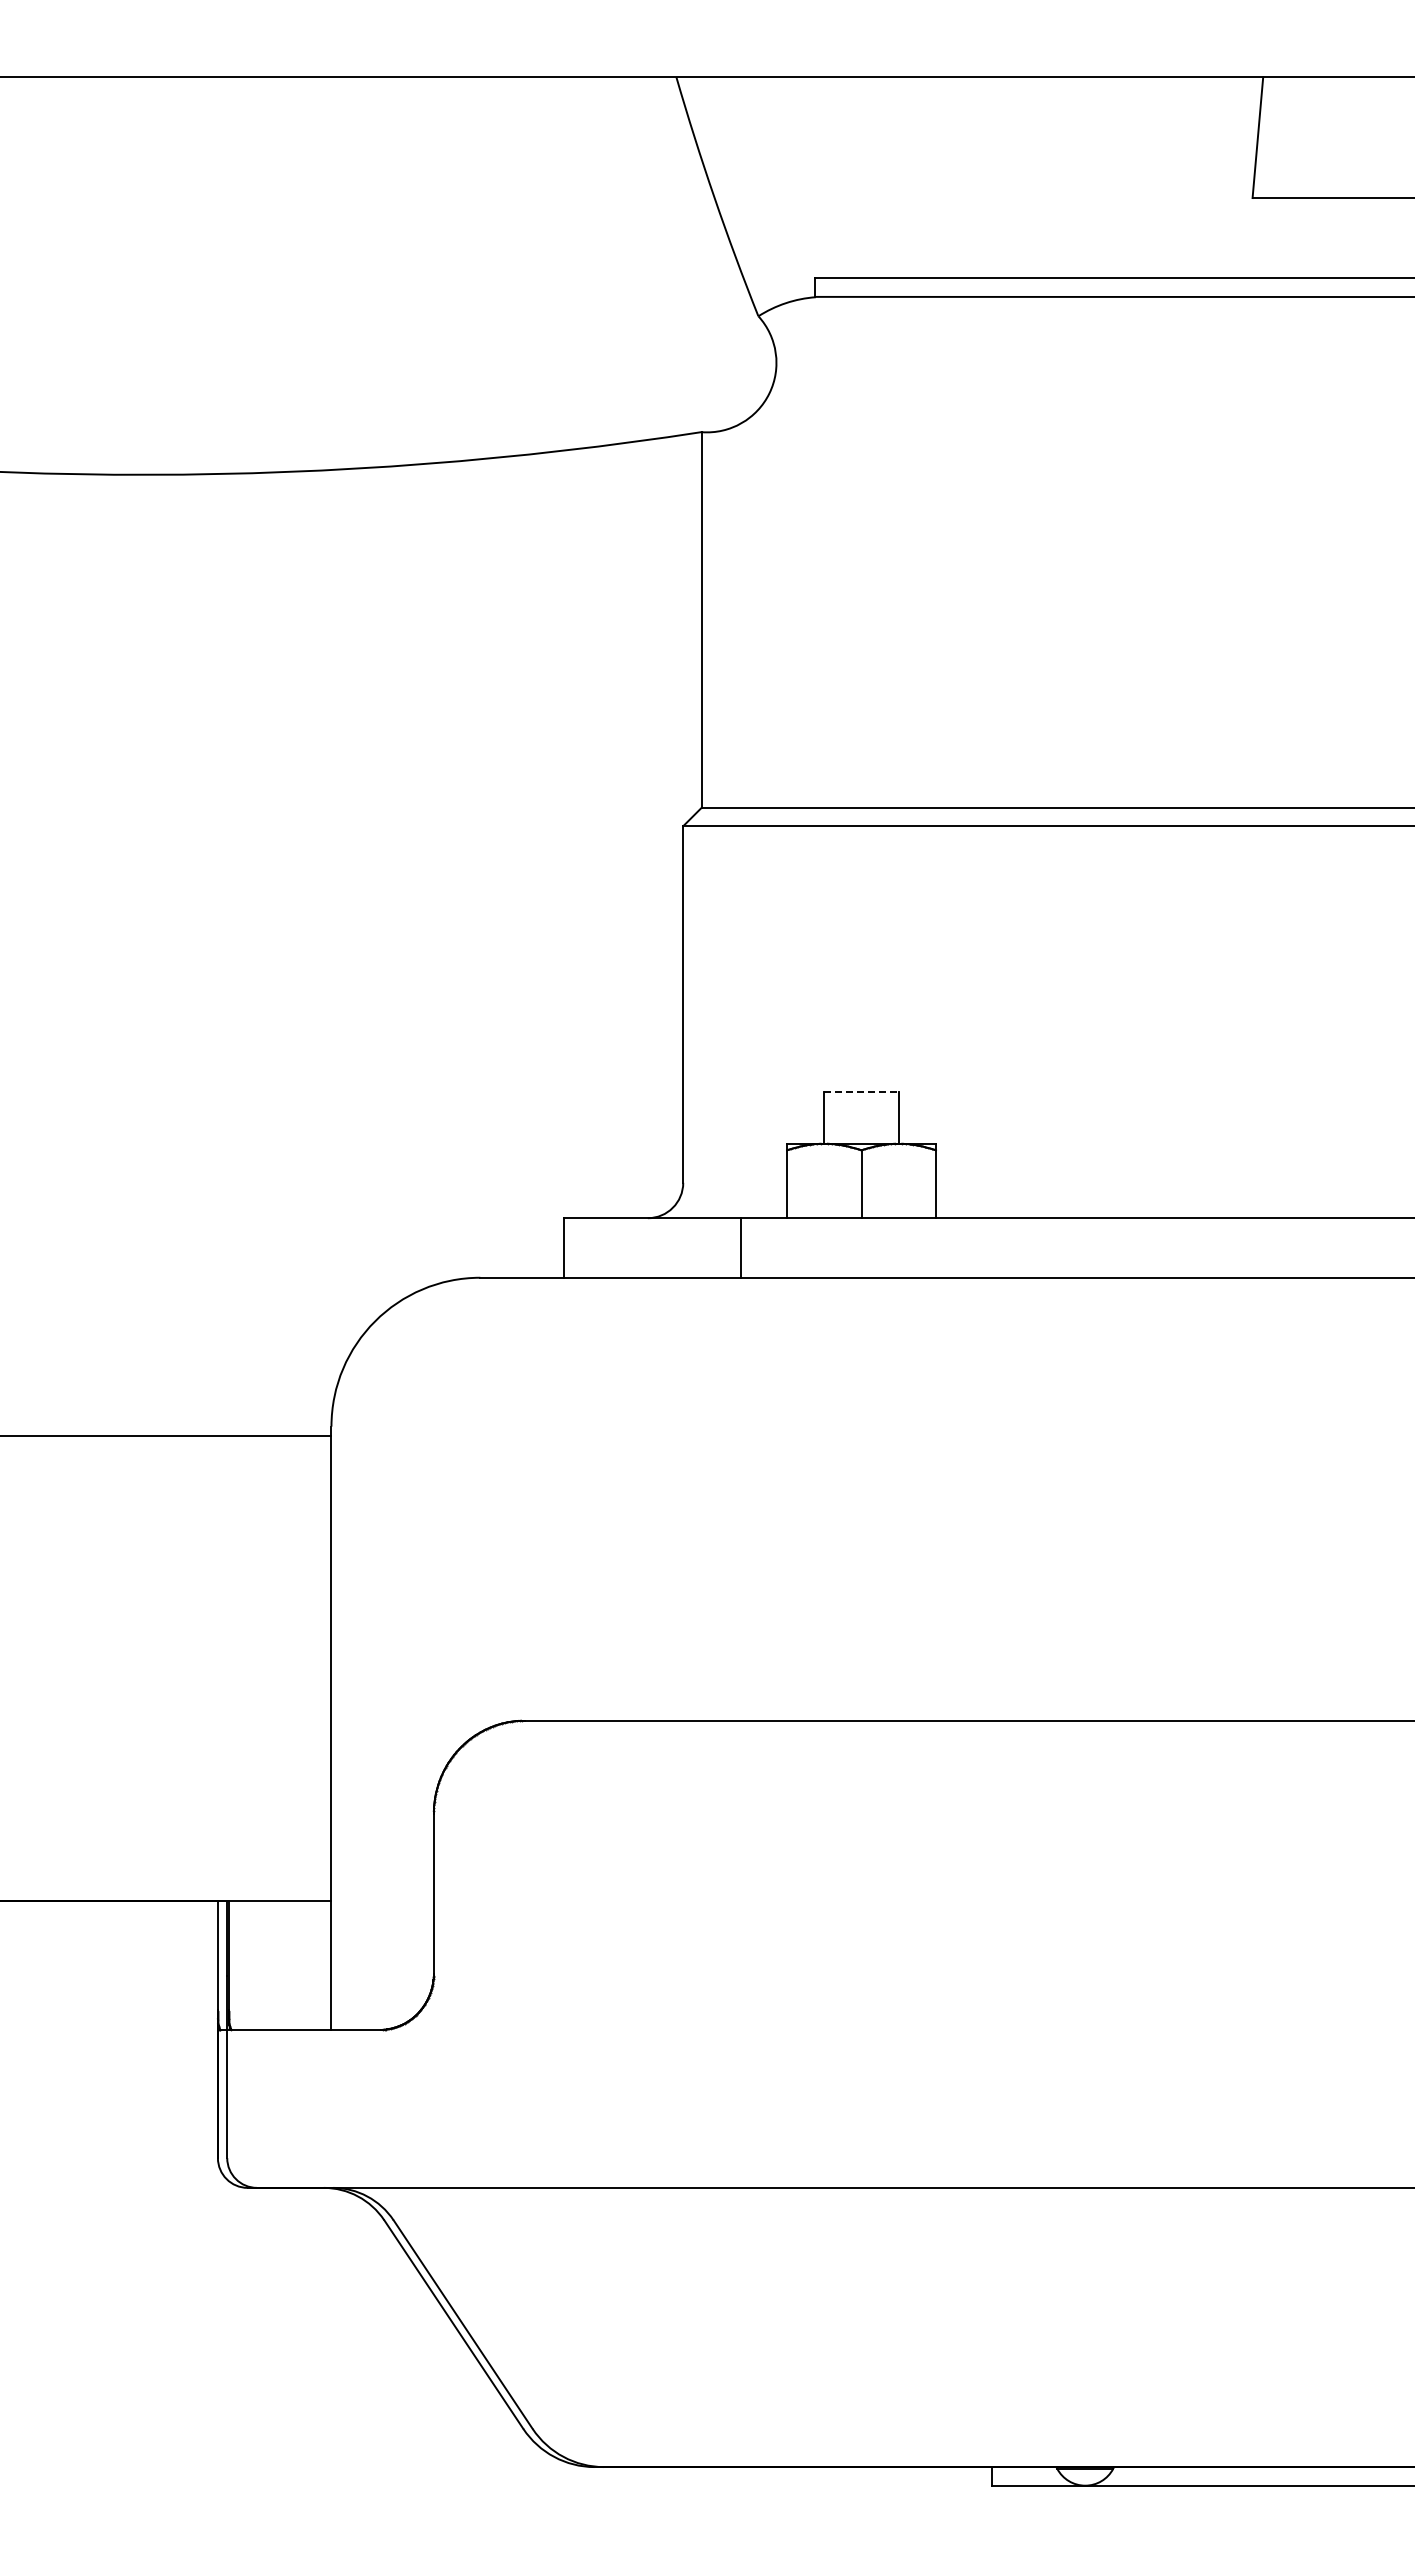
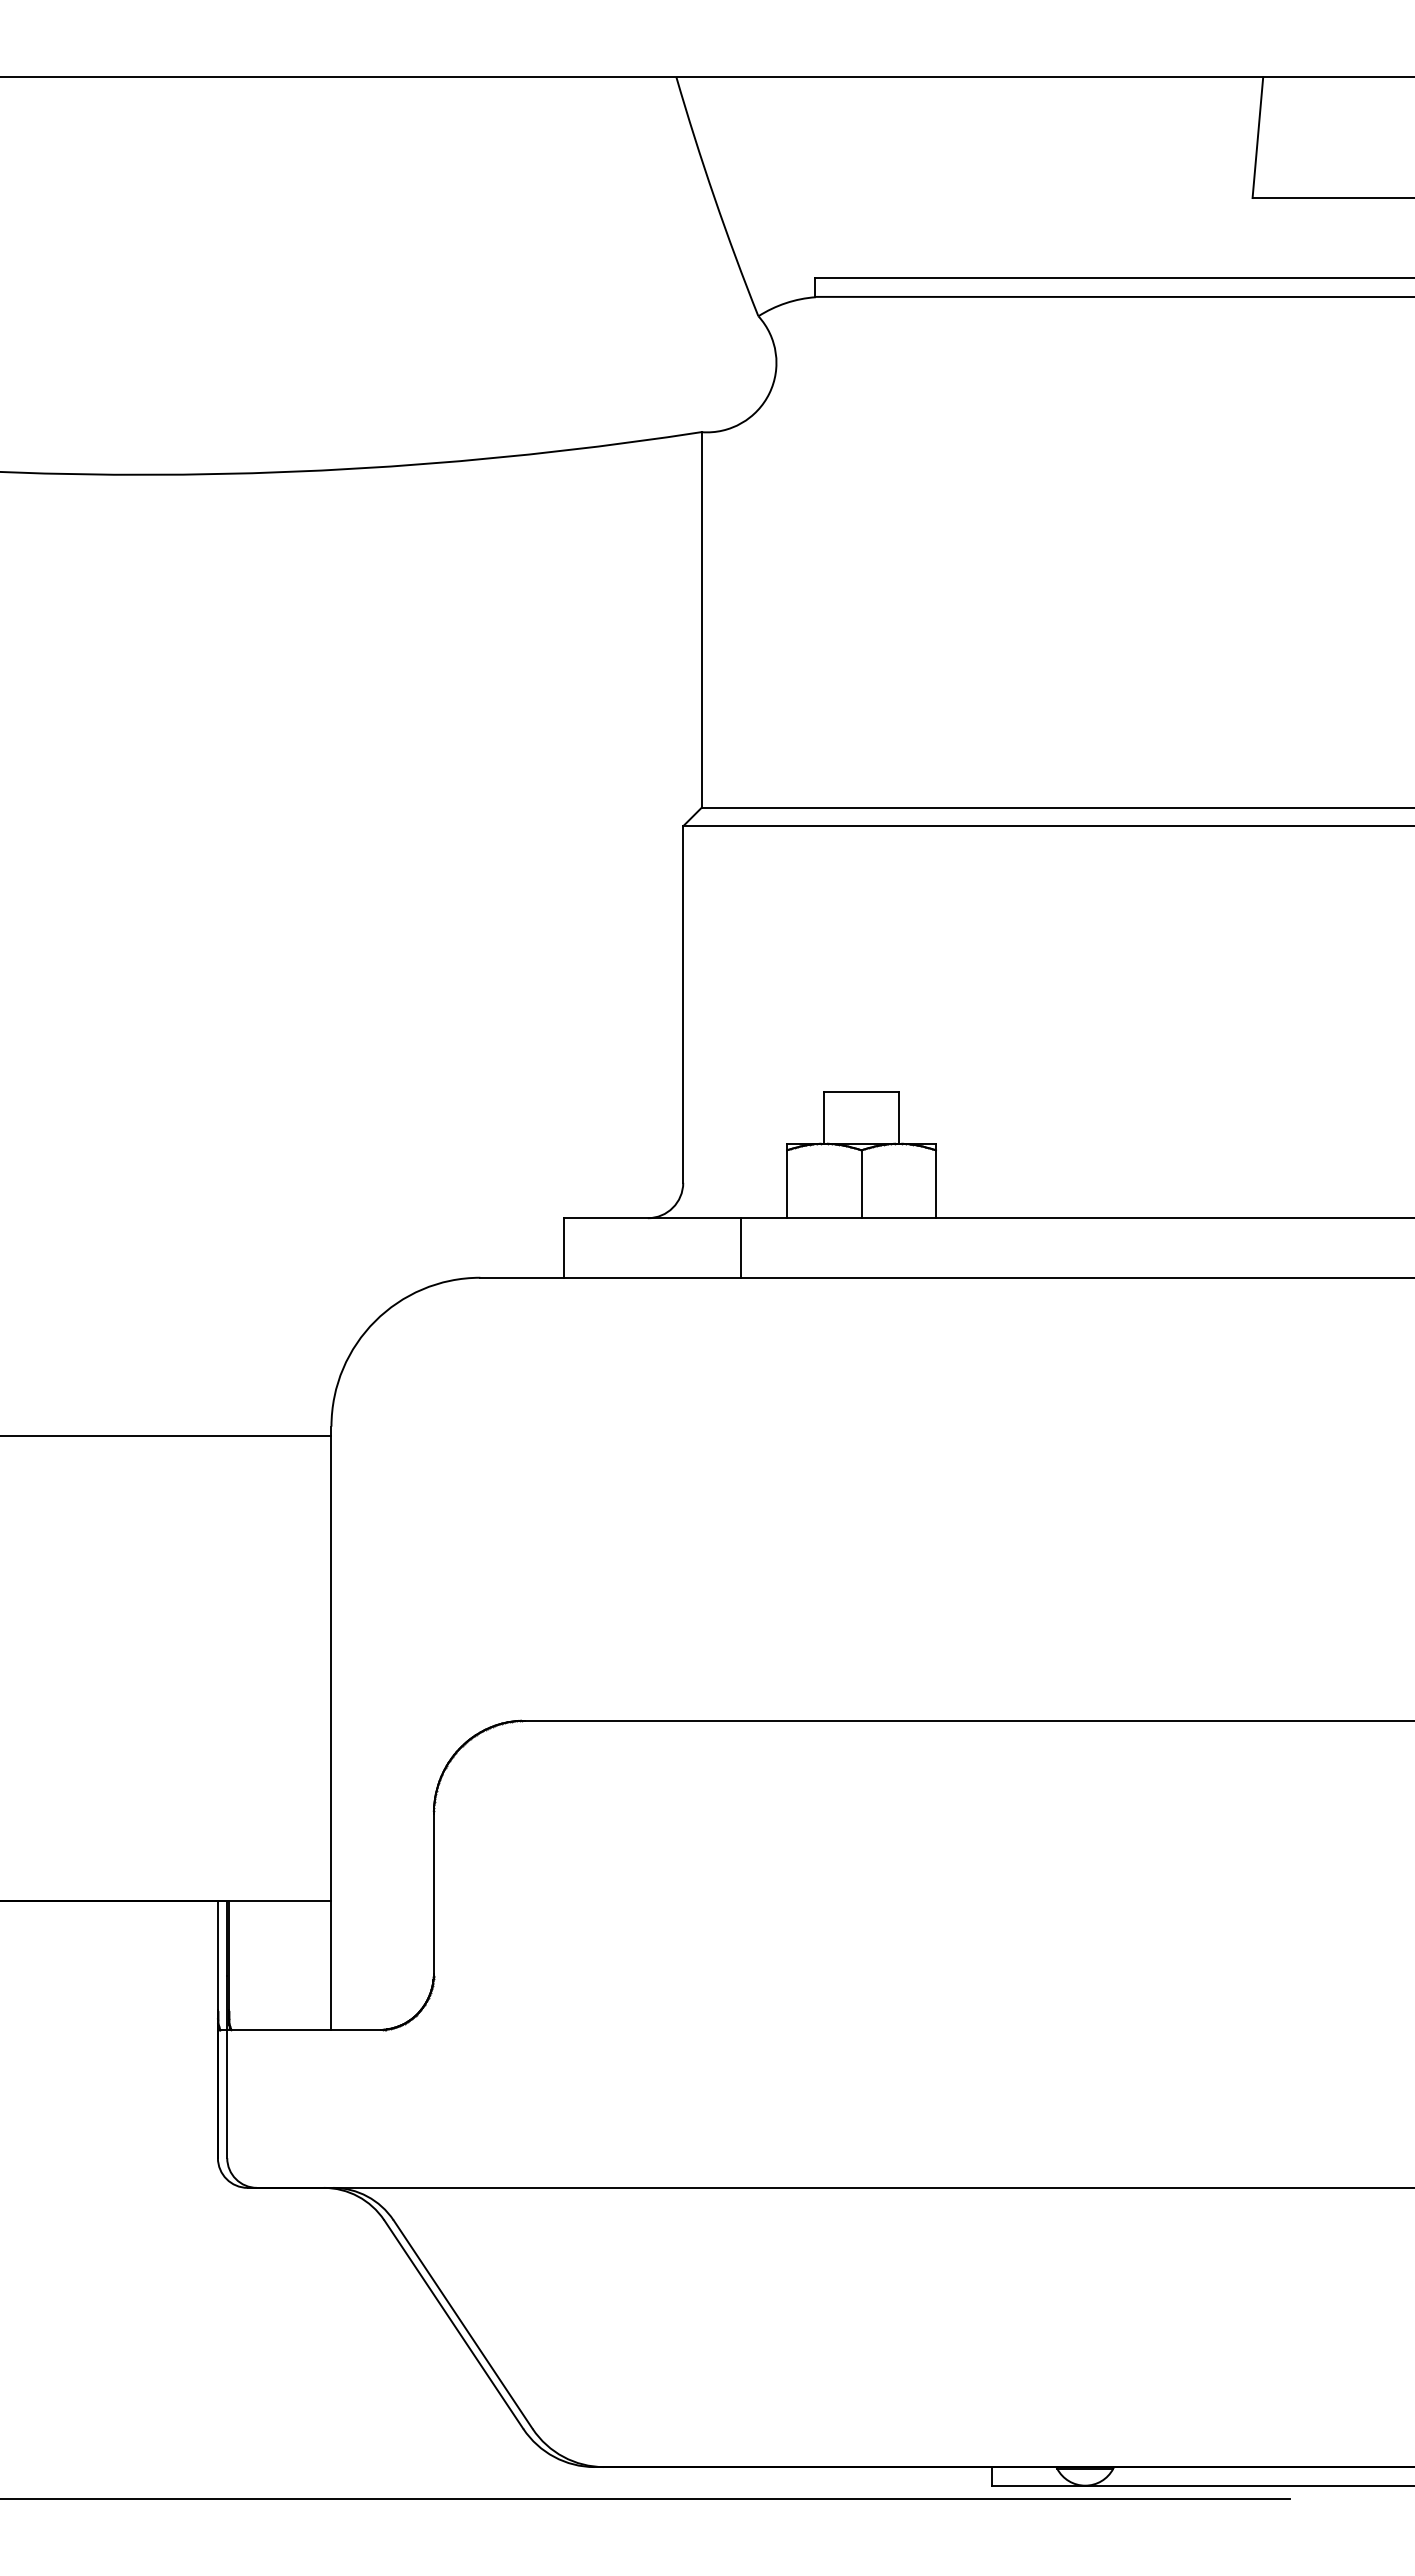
line at (862, 1091): dashed -> solid
line at (646, 2498): none -> present
